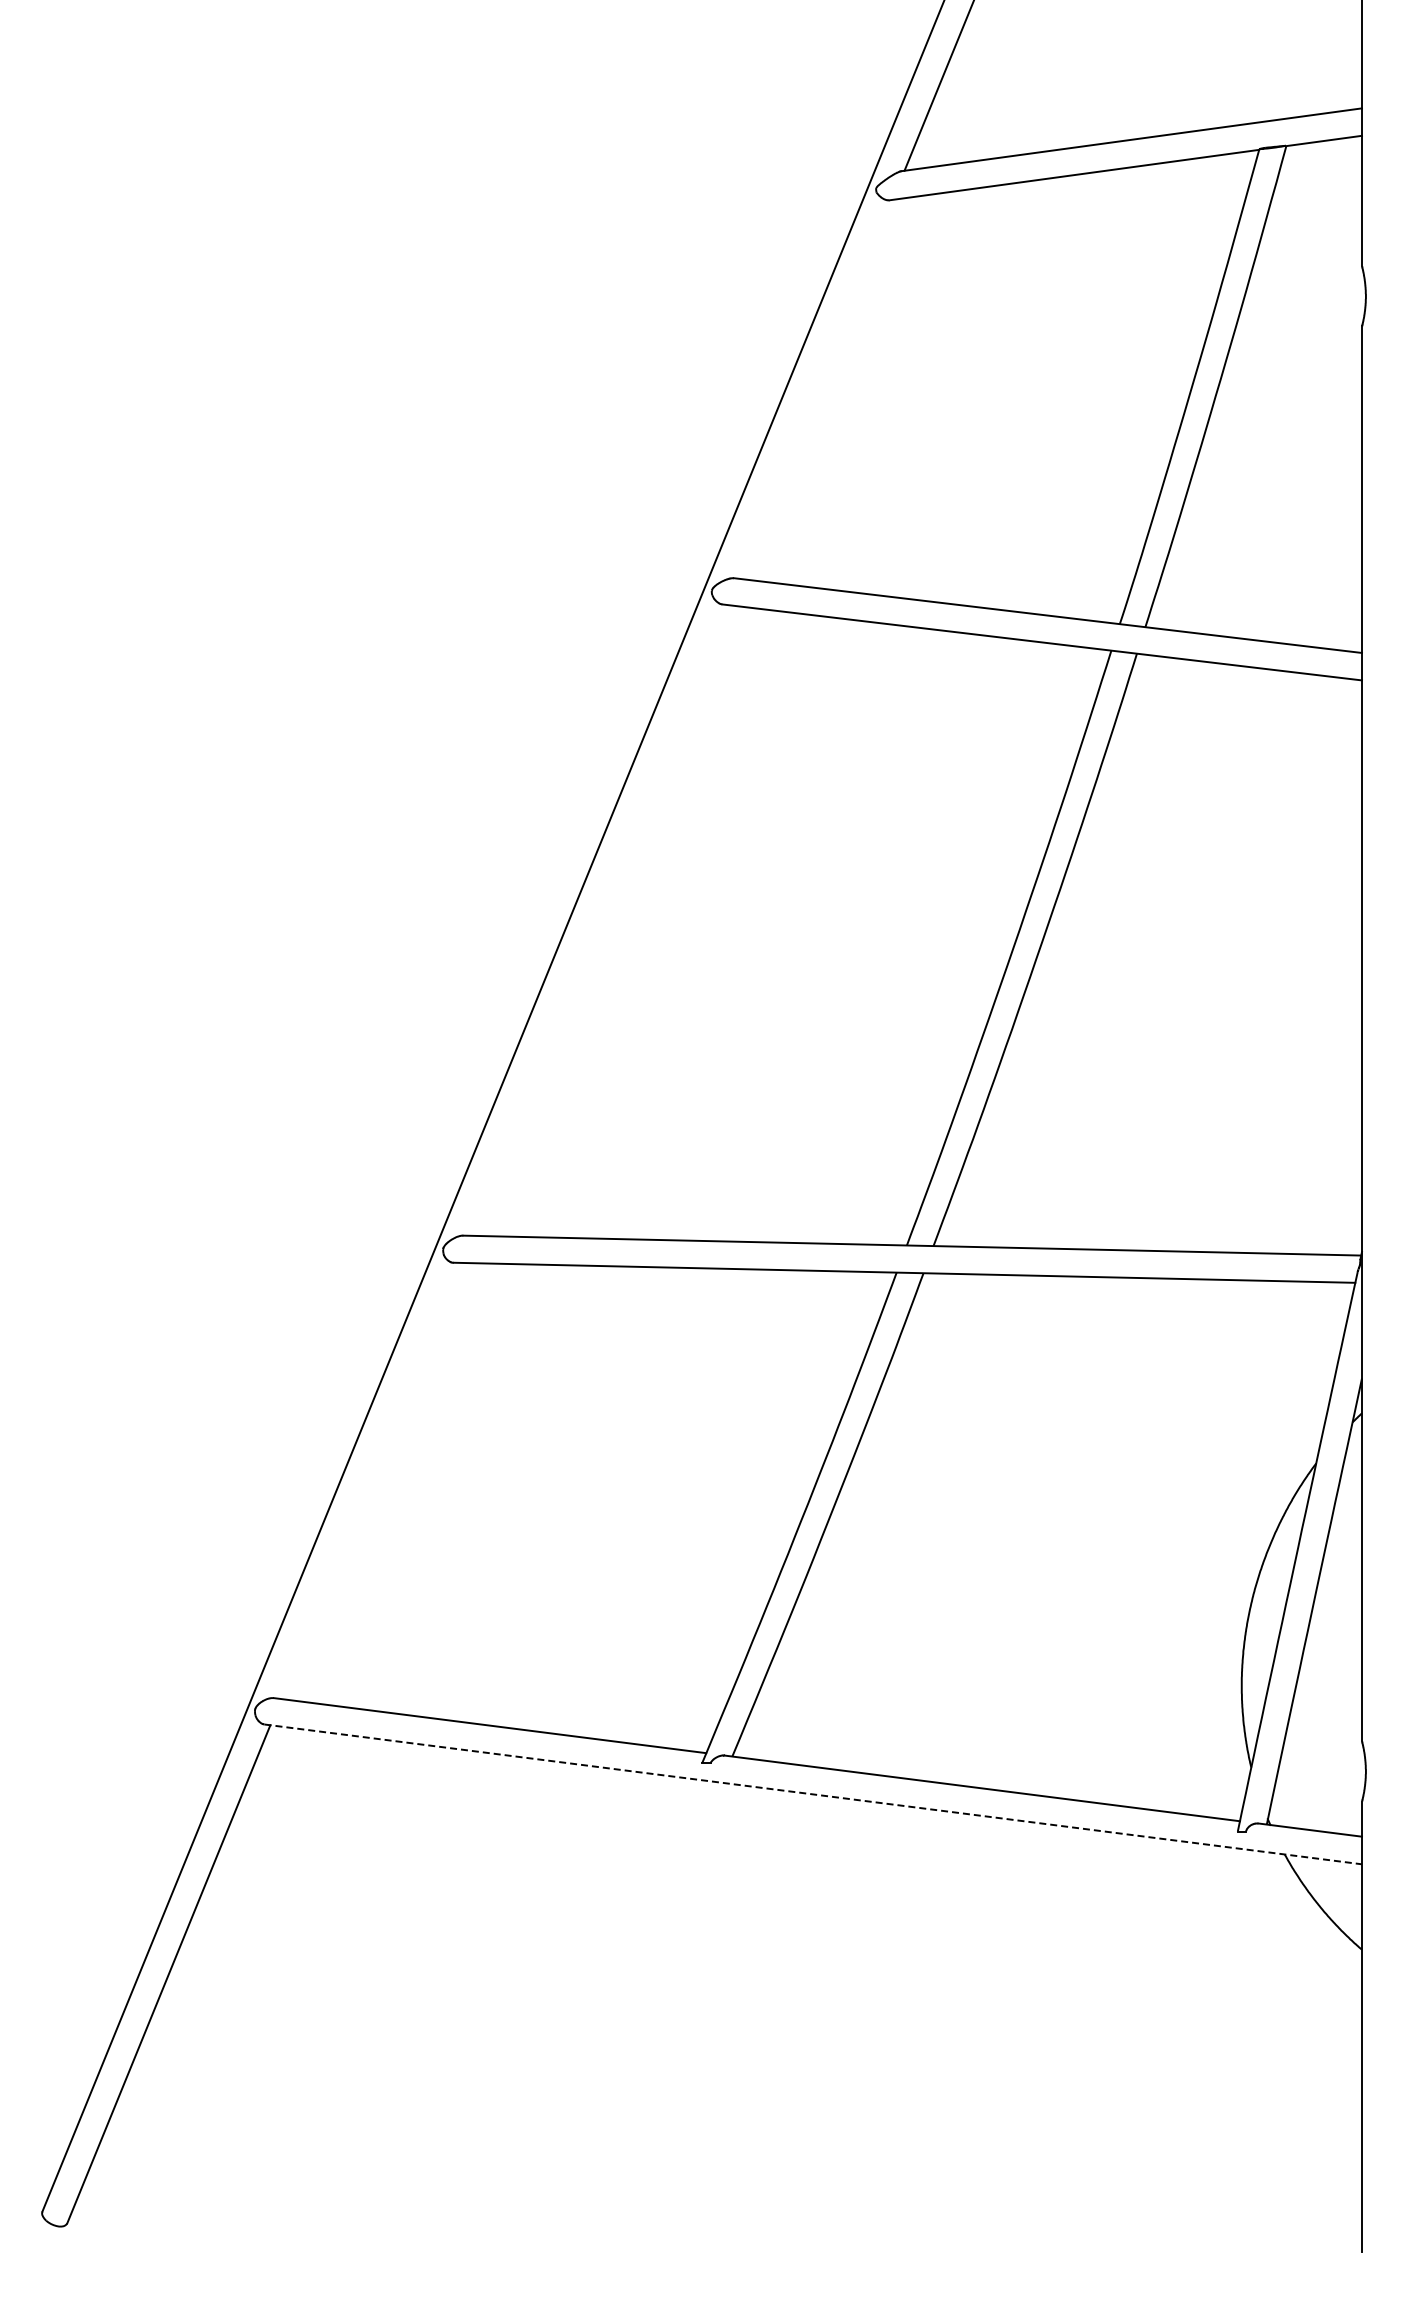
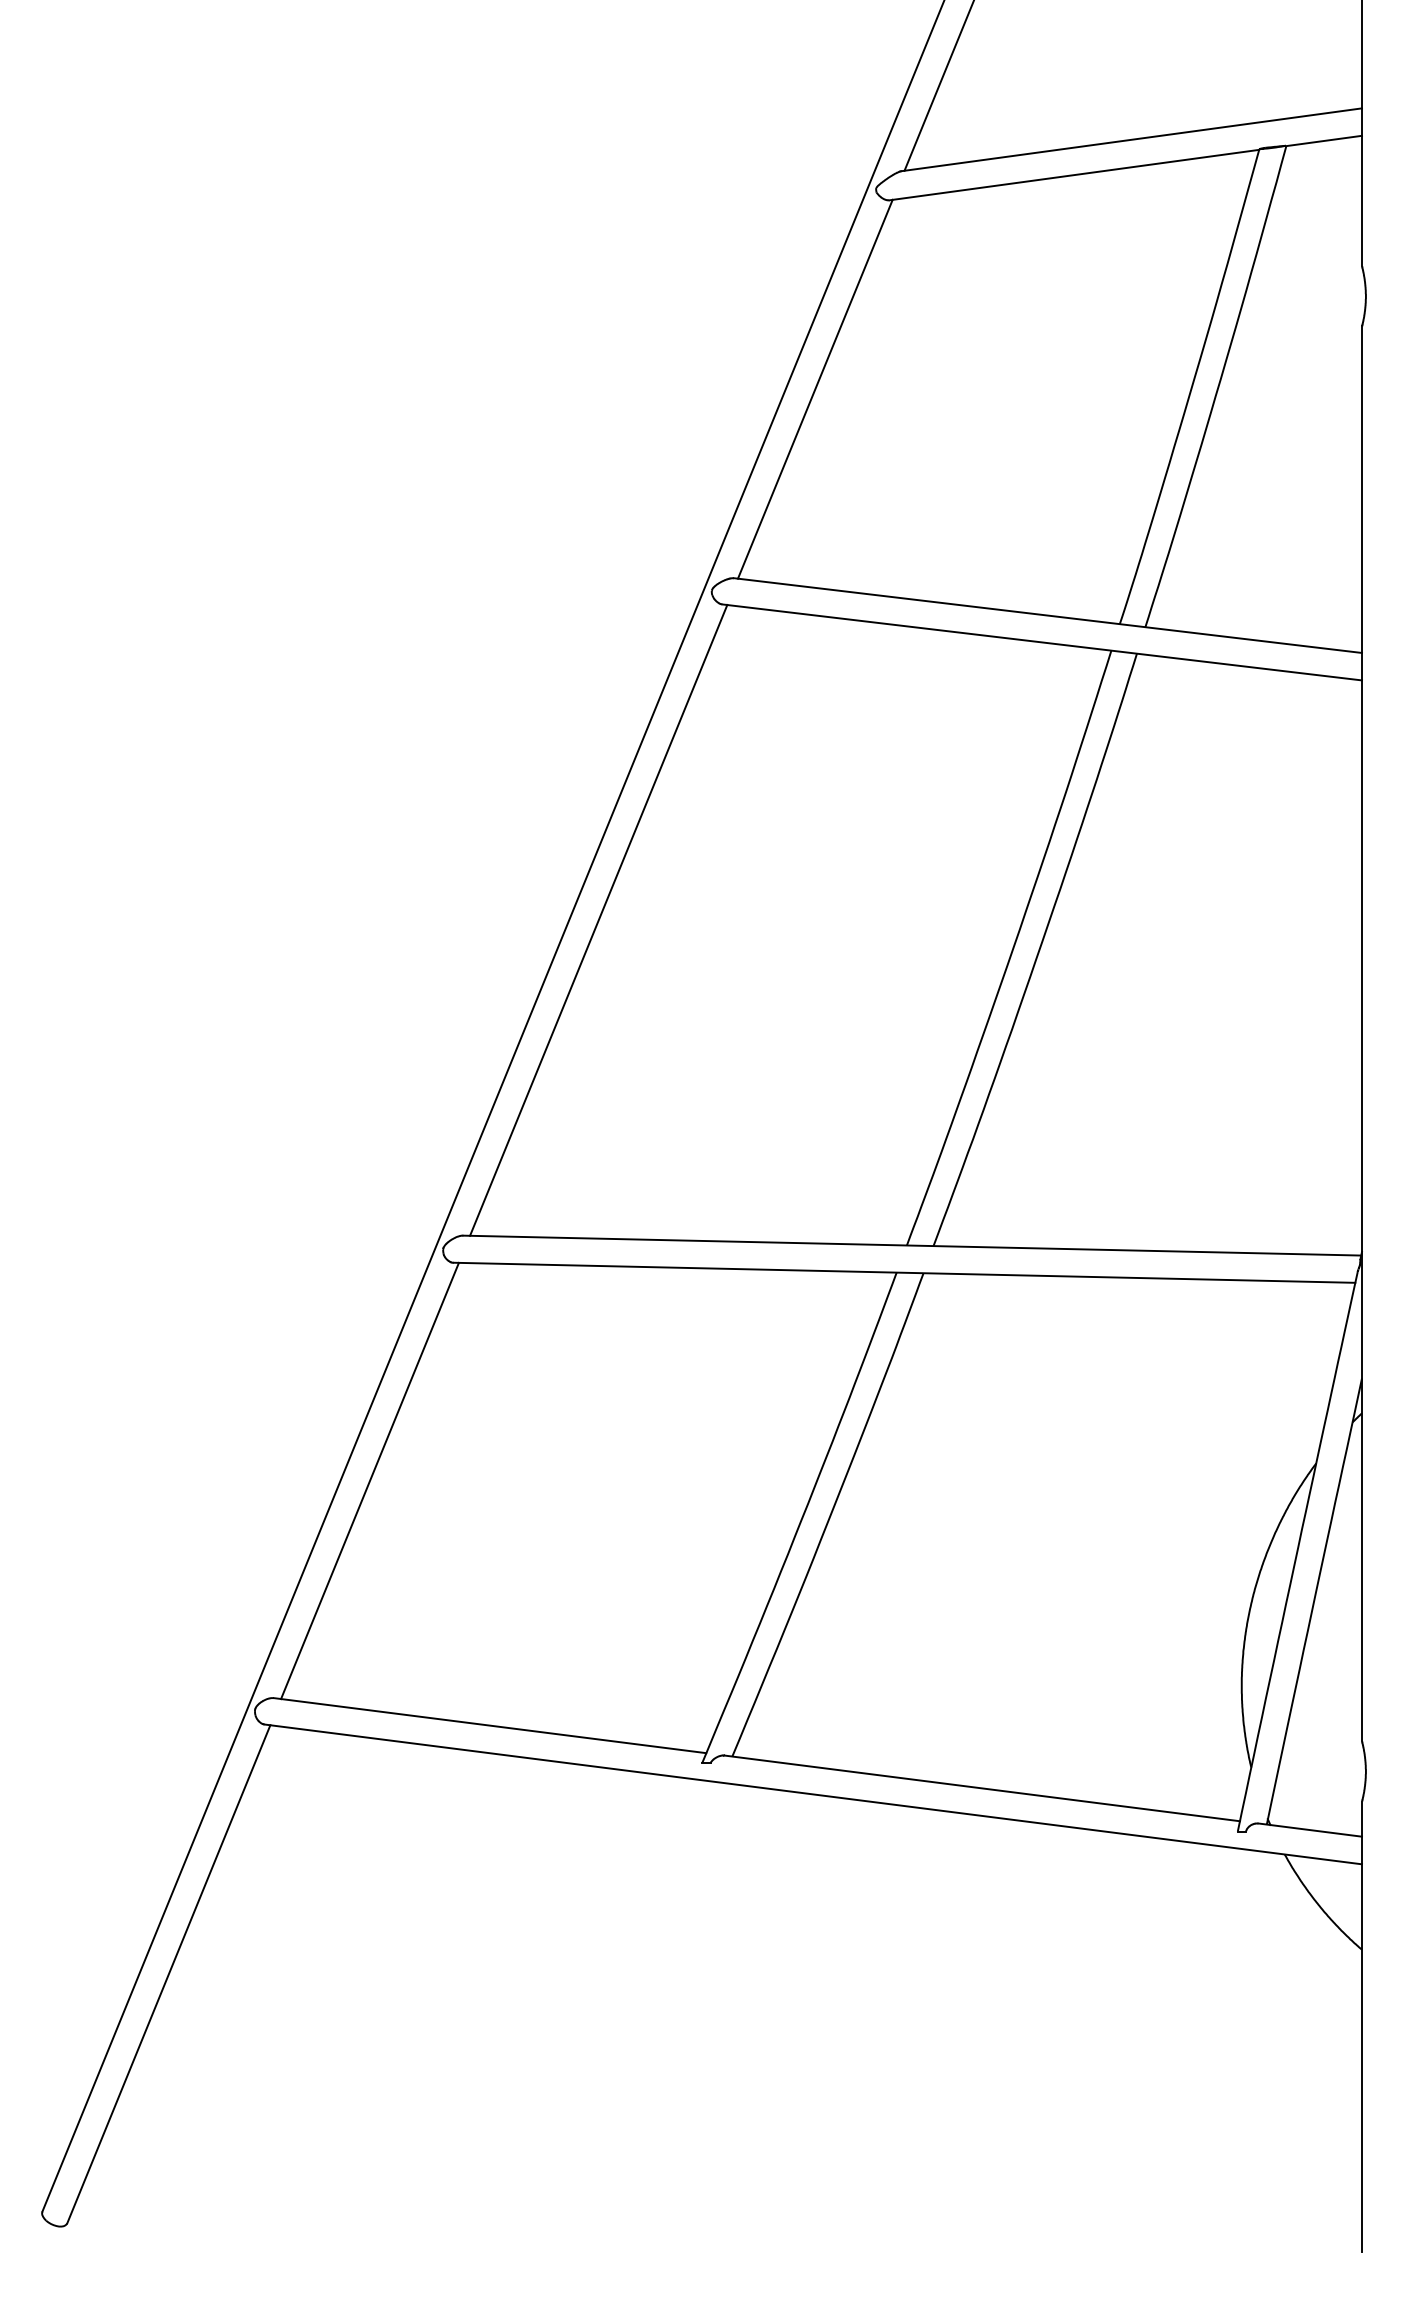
line at (814, 388): none -> present
line at (598, 919): none -> present
line at (369, 1480): none -> present
line at (813, 1794): dashed -> solid
